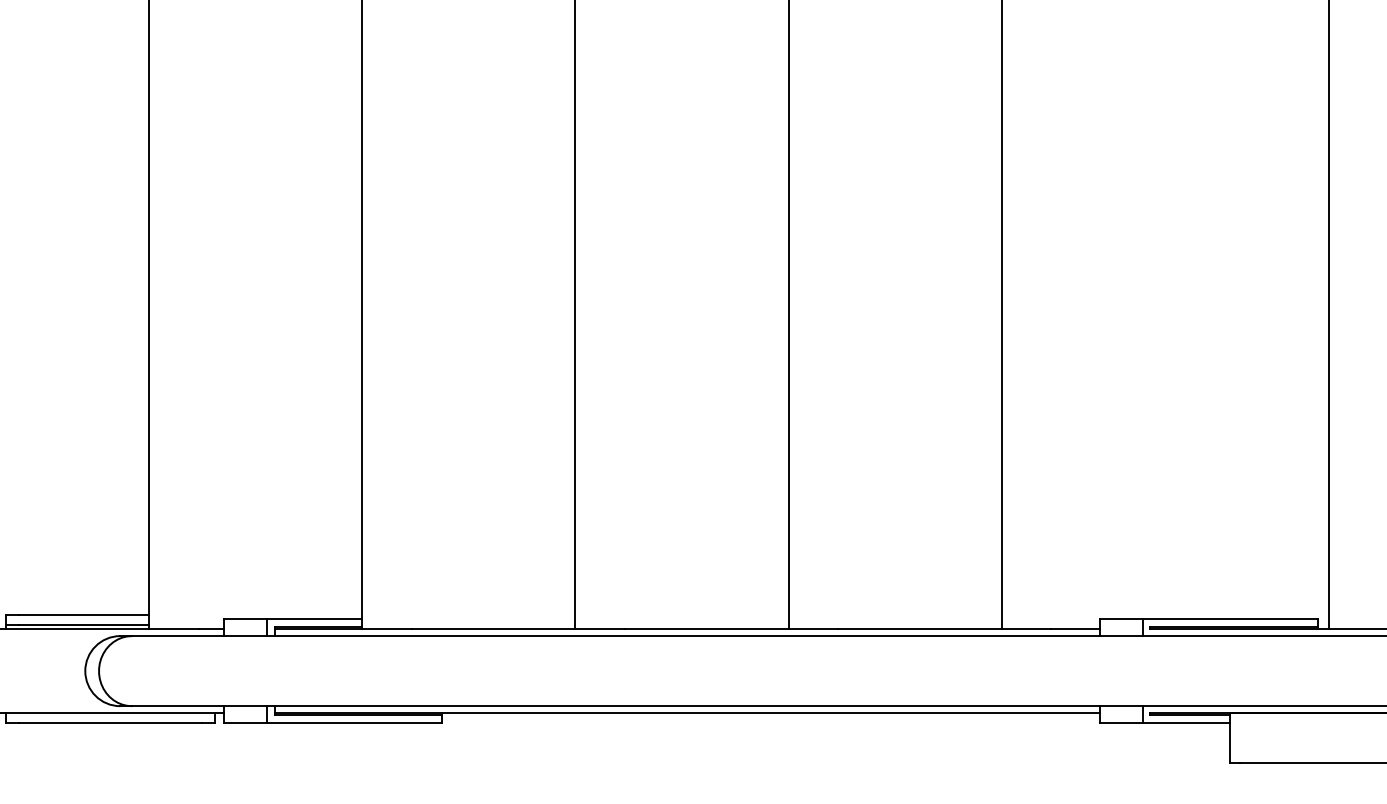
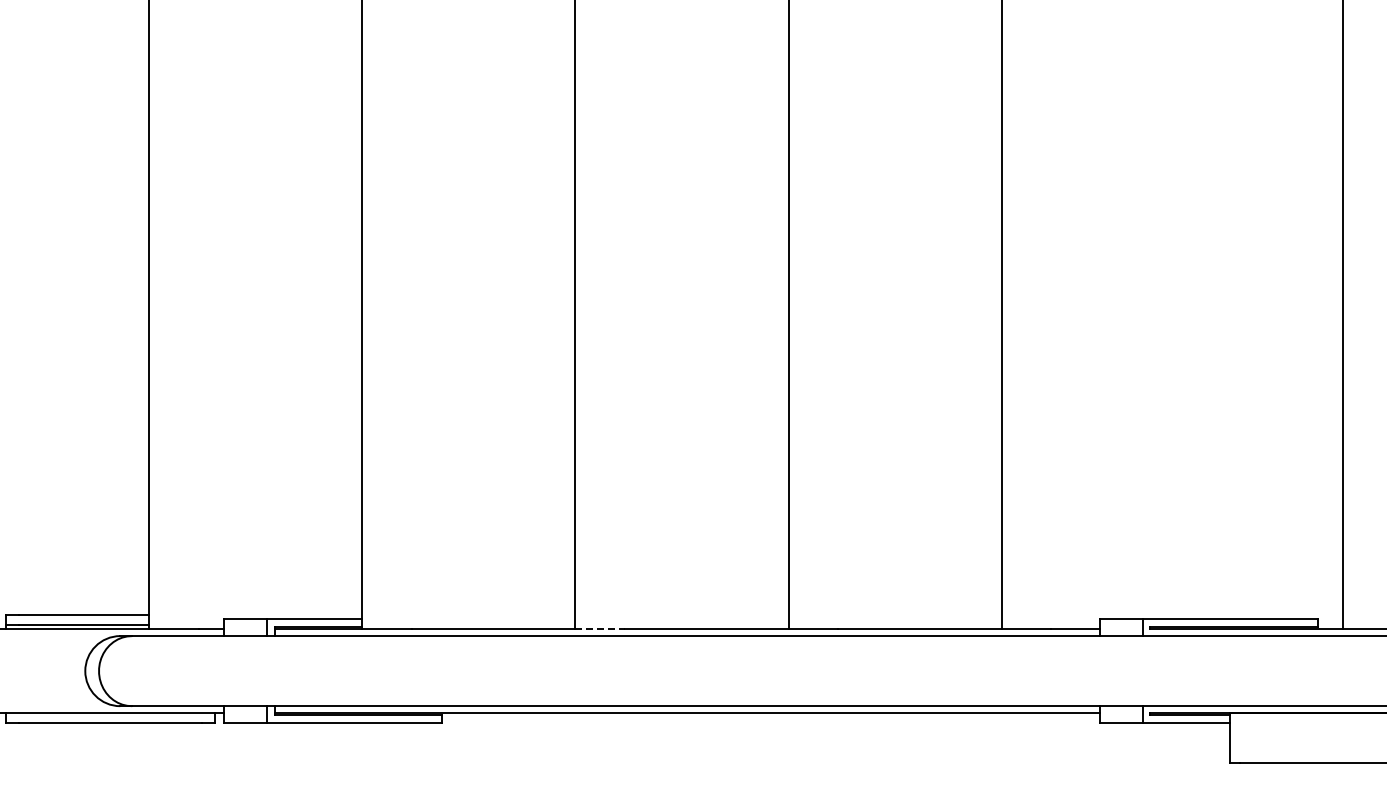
line at (1329, 315) position: (1329, 315) -> (1343, 315)
line at (600, 629): solid -> dashed
